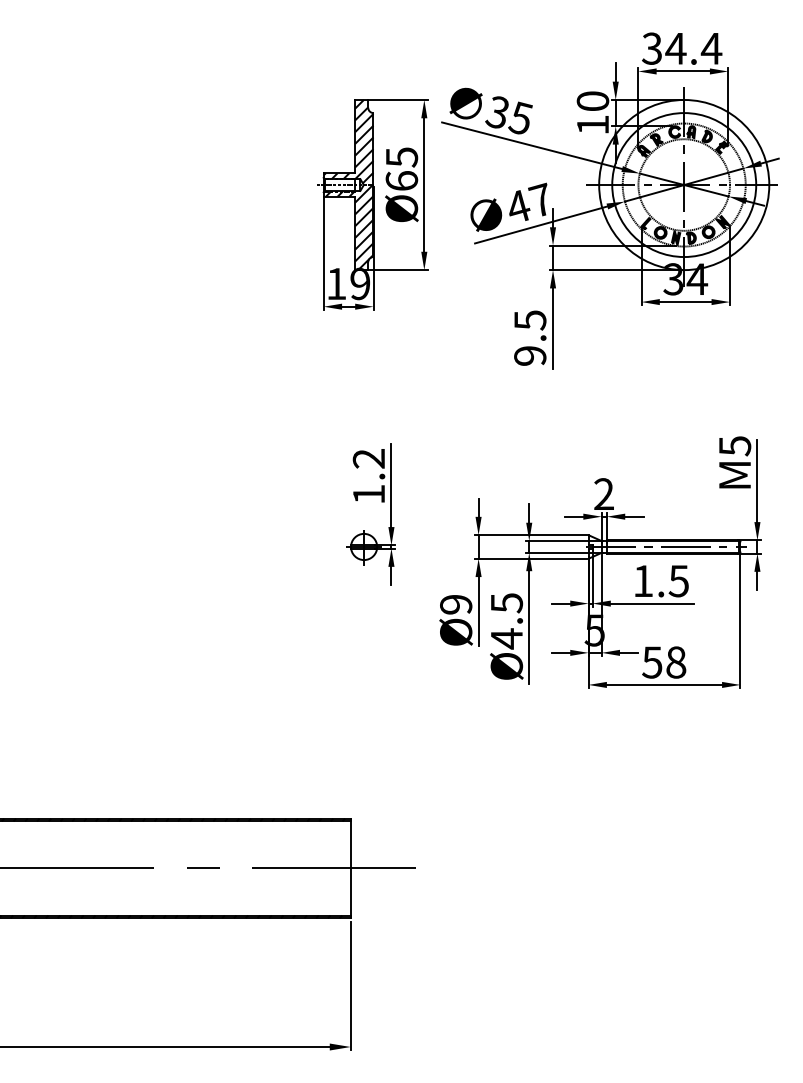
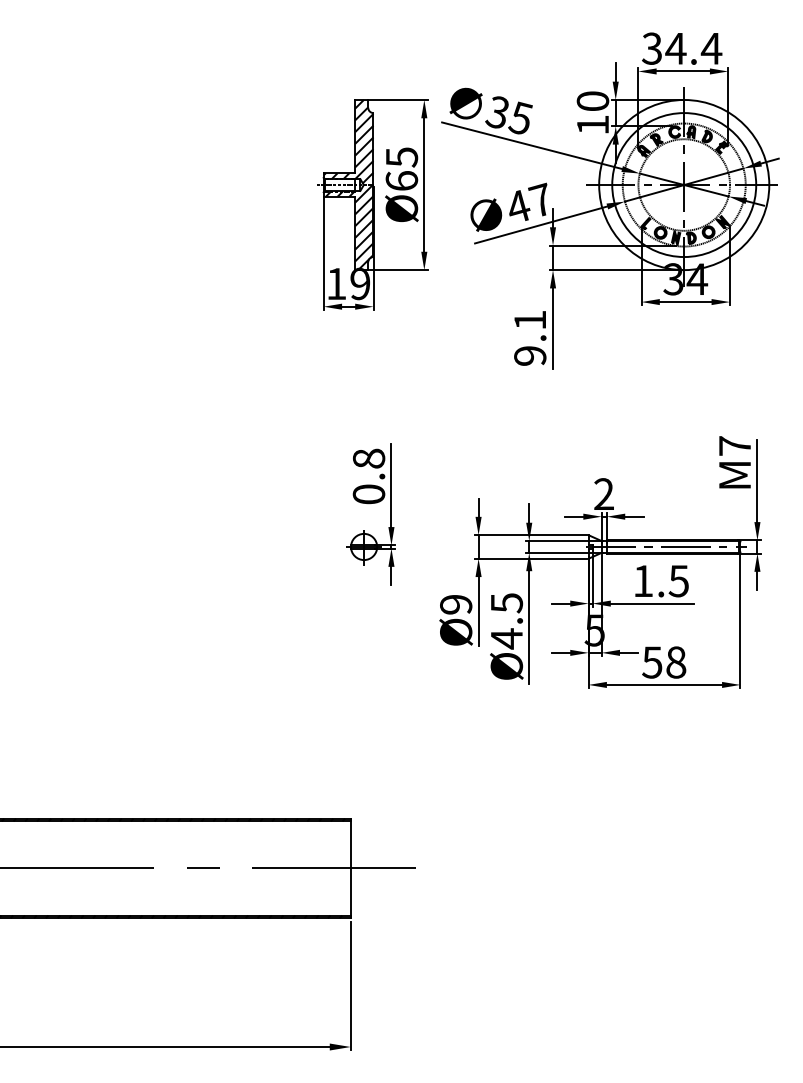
text at (530, 320): 9.5 -> 9.1
text at (735, 446): M5 -> M7
text at (368, 476): 1.2 -> 0.8
